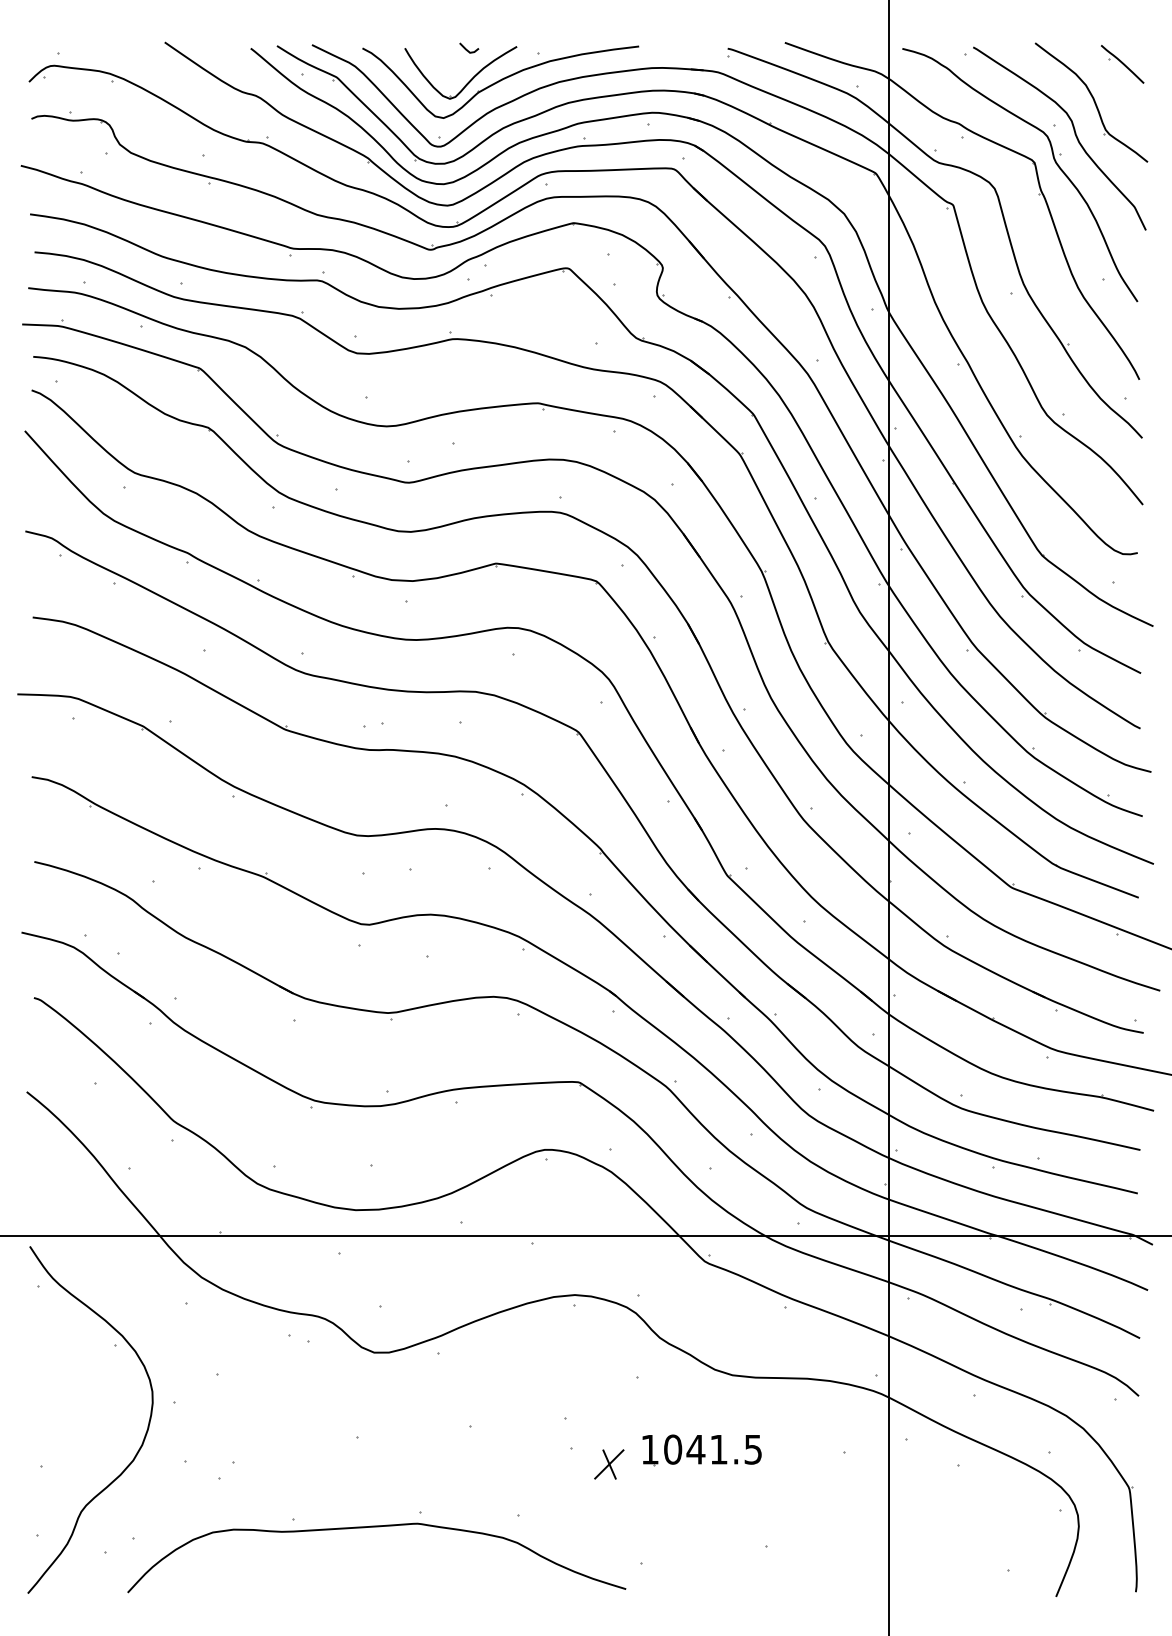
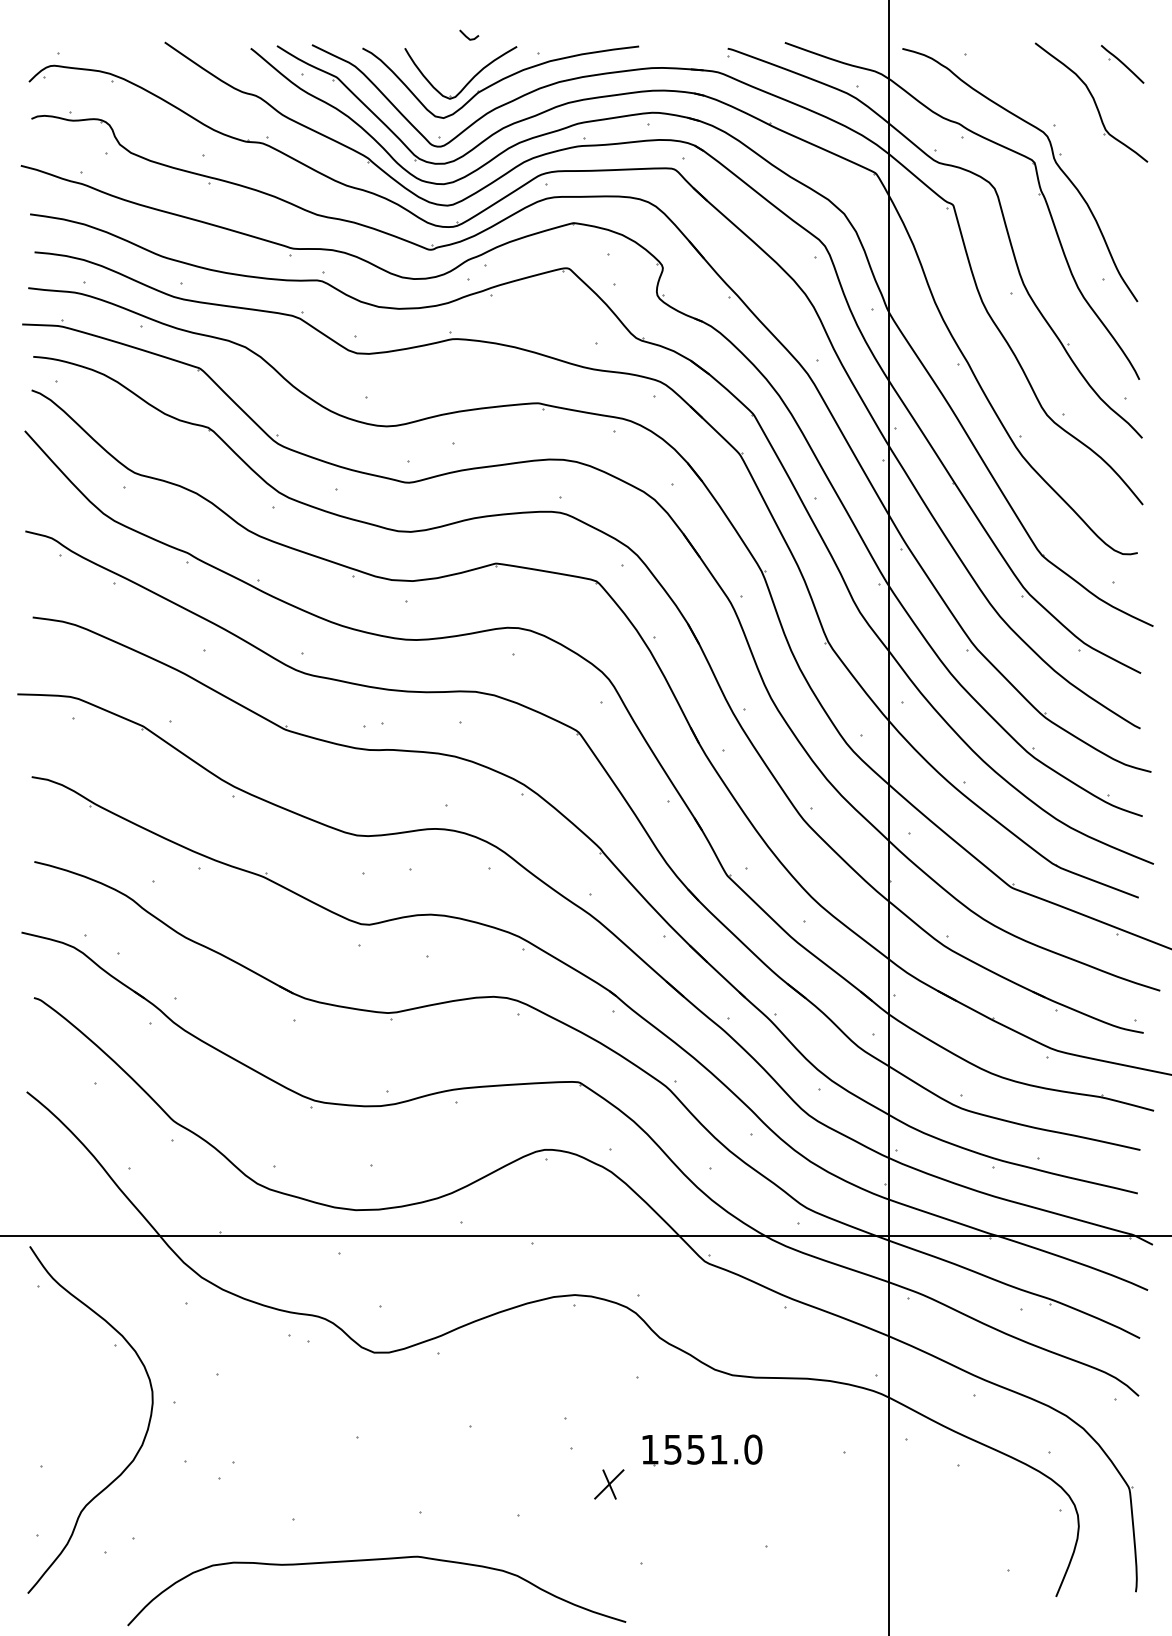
line at (467, 49) position: (467, 49) -> (467, 36)
curve at (1074, 134): present -> none
text at (713, 1449): 1041.5 -> 1551.0
part at (609, 1464) position: (609, 1464) -> (609, 1484)
curve at (376, 1527) position: (376, 1527) -> (376, 1560)
